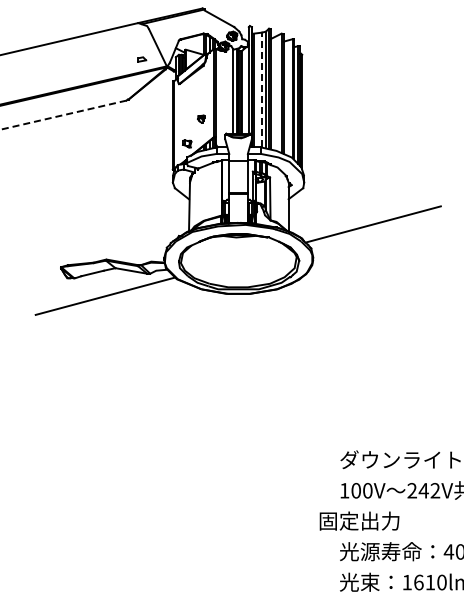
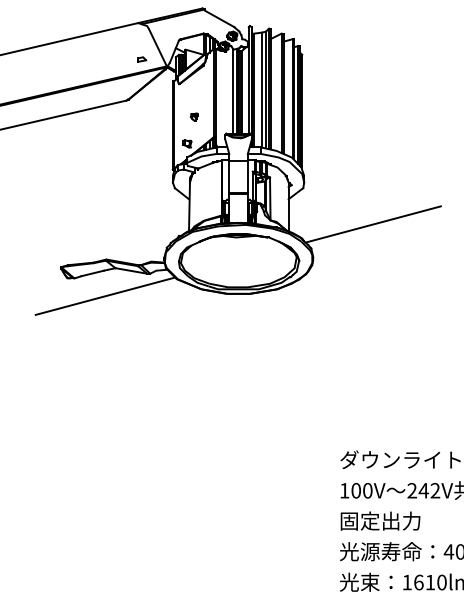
line at (261, 89): dashed -> solid
line at (63, 115): dashed -> solid
part at (201, 118) position: (201, 118) -> (194, 116)
text at (359, 520) position: (359, 520) -> (380, 520)
